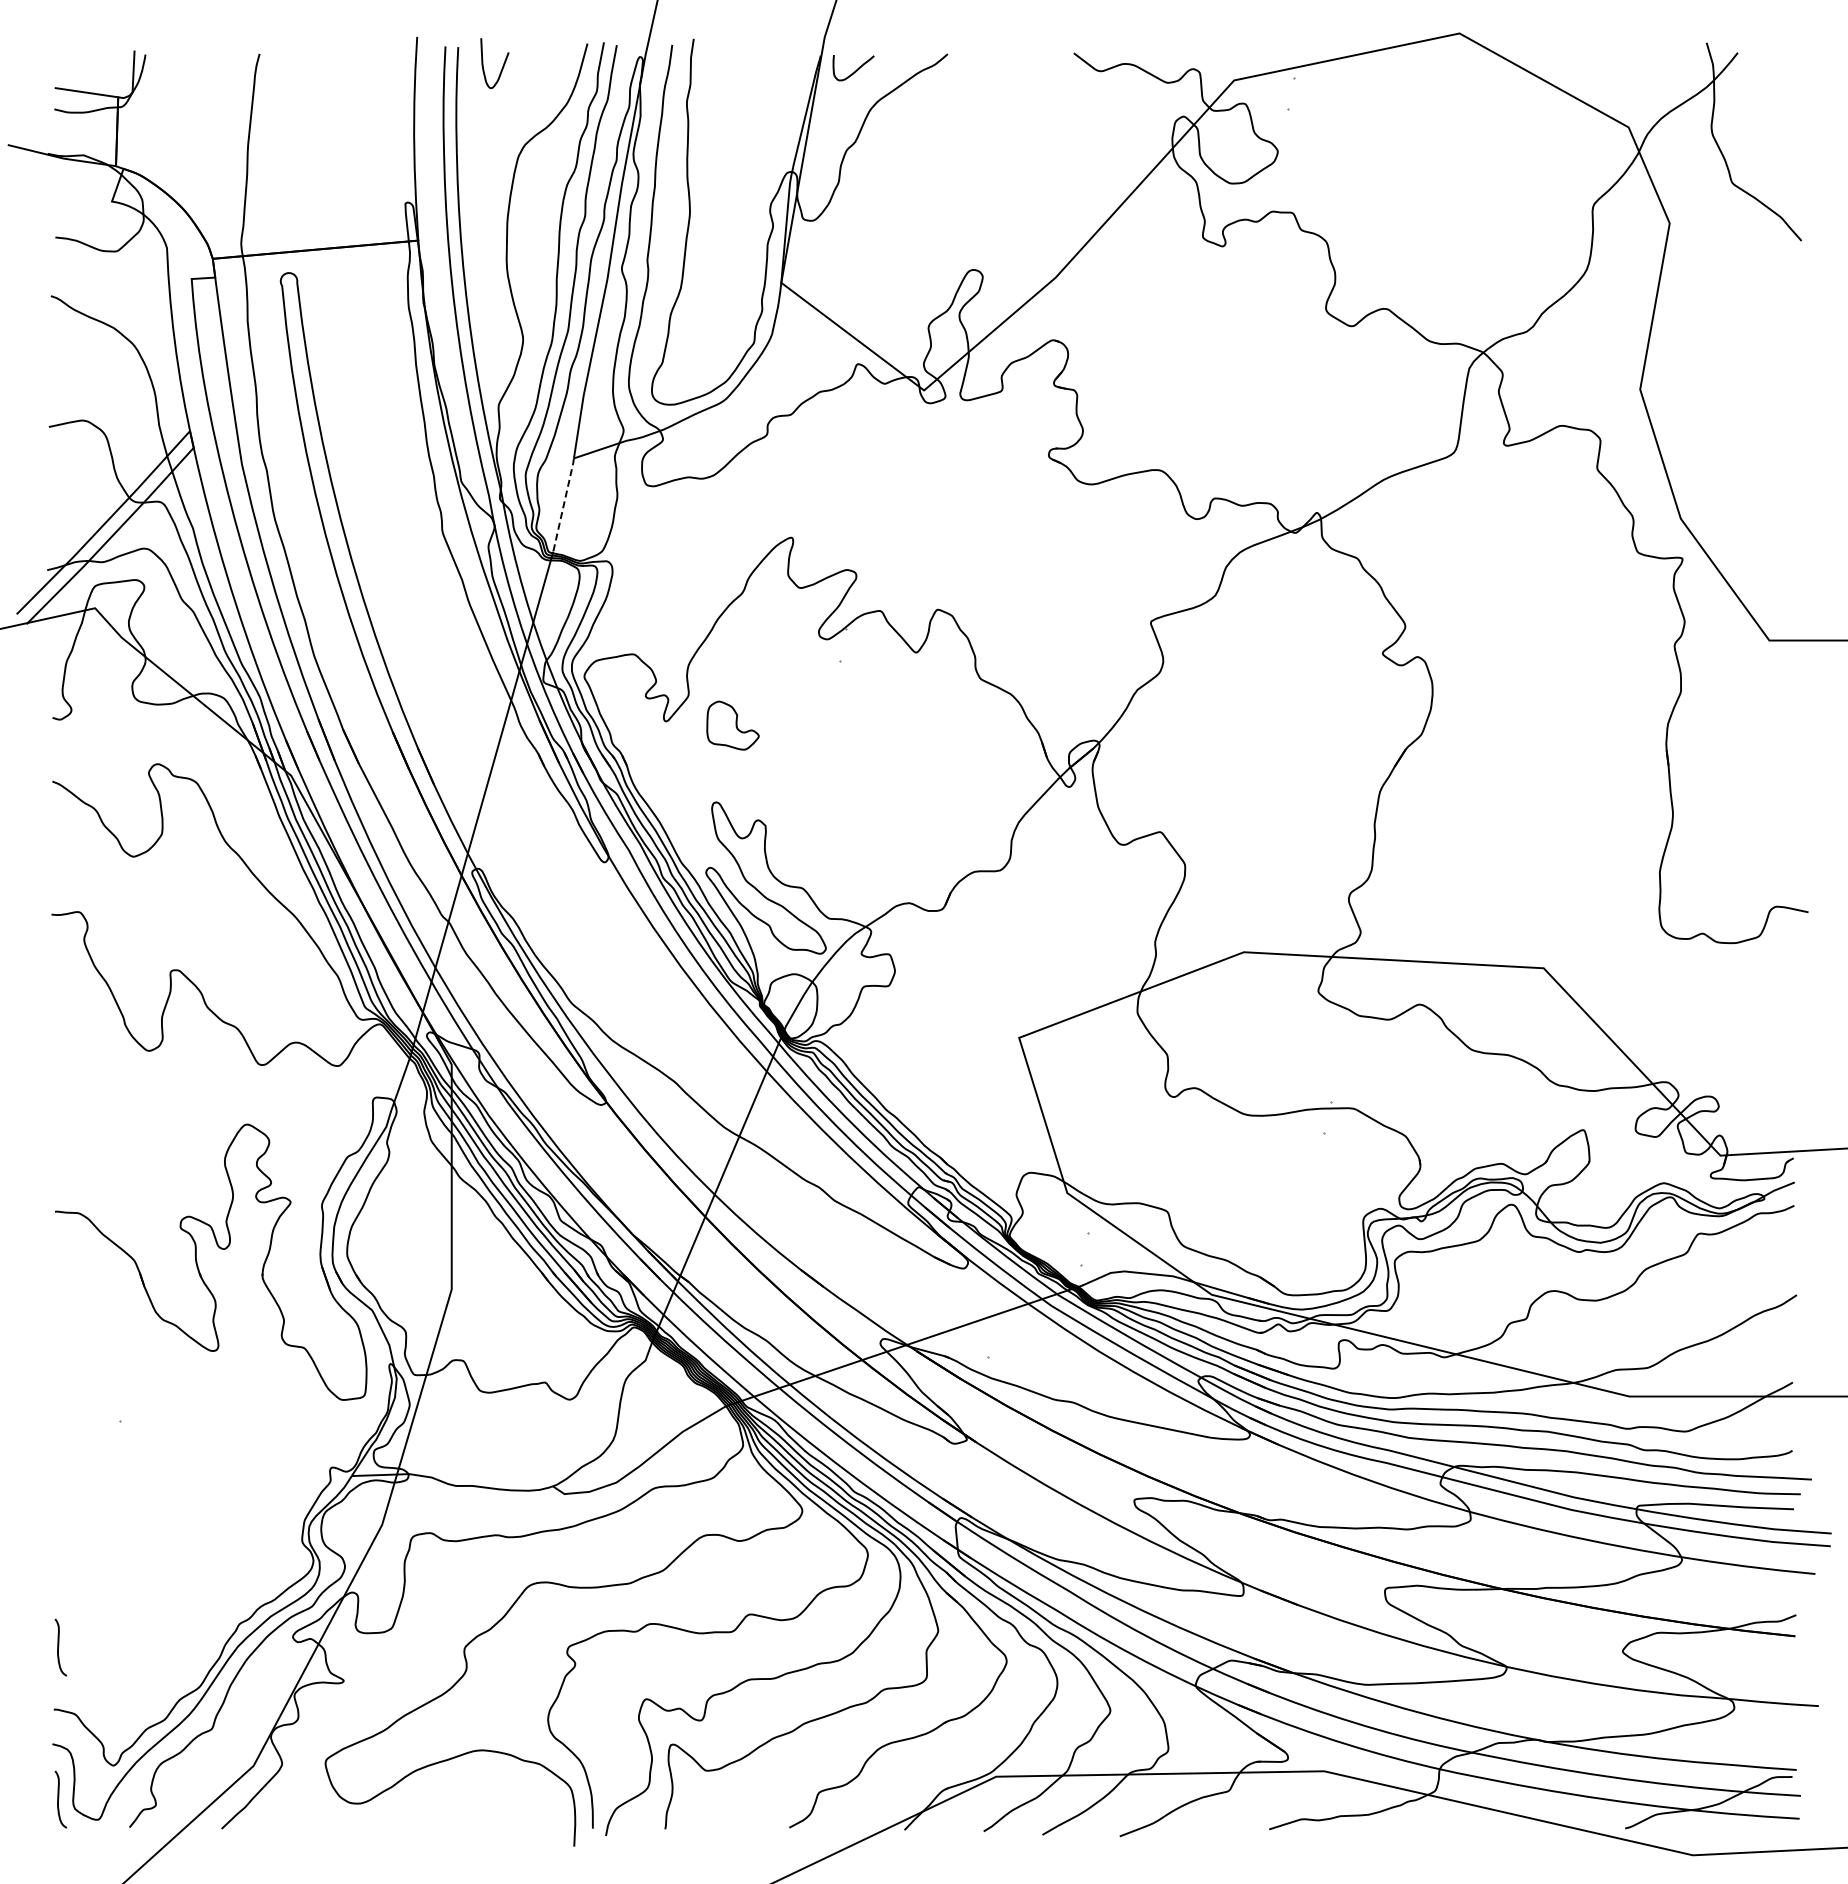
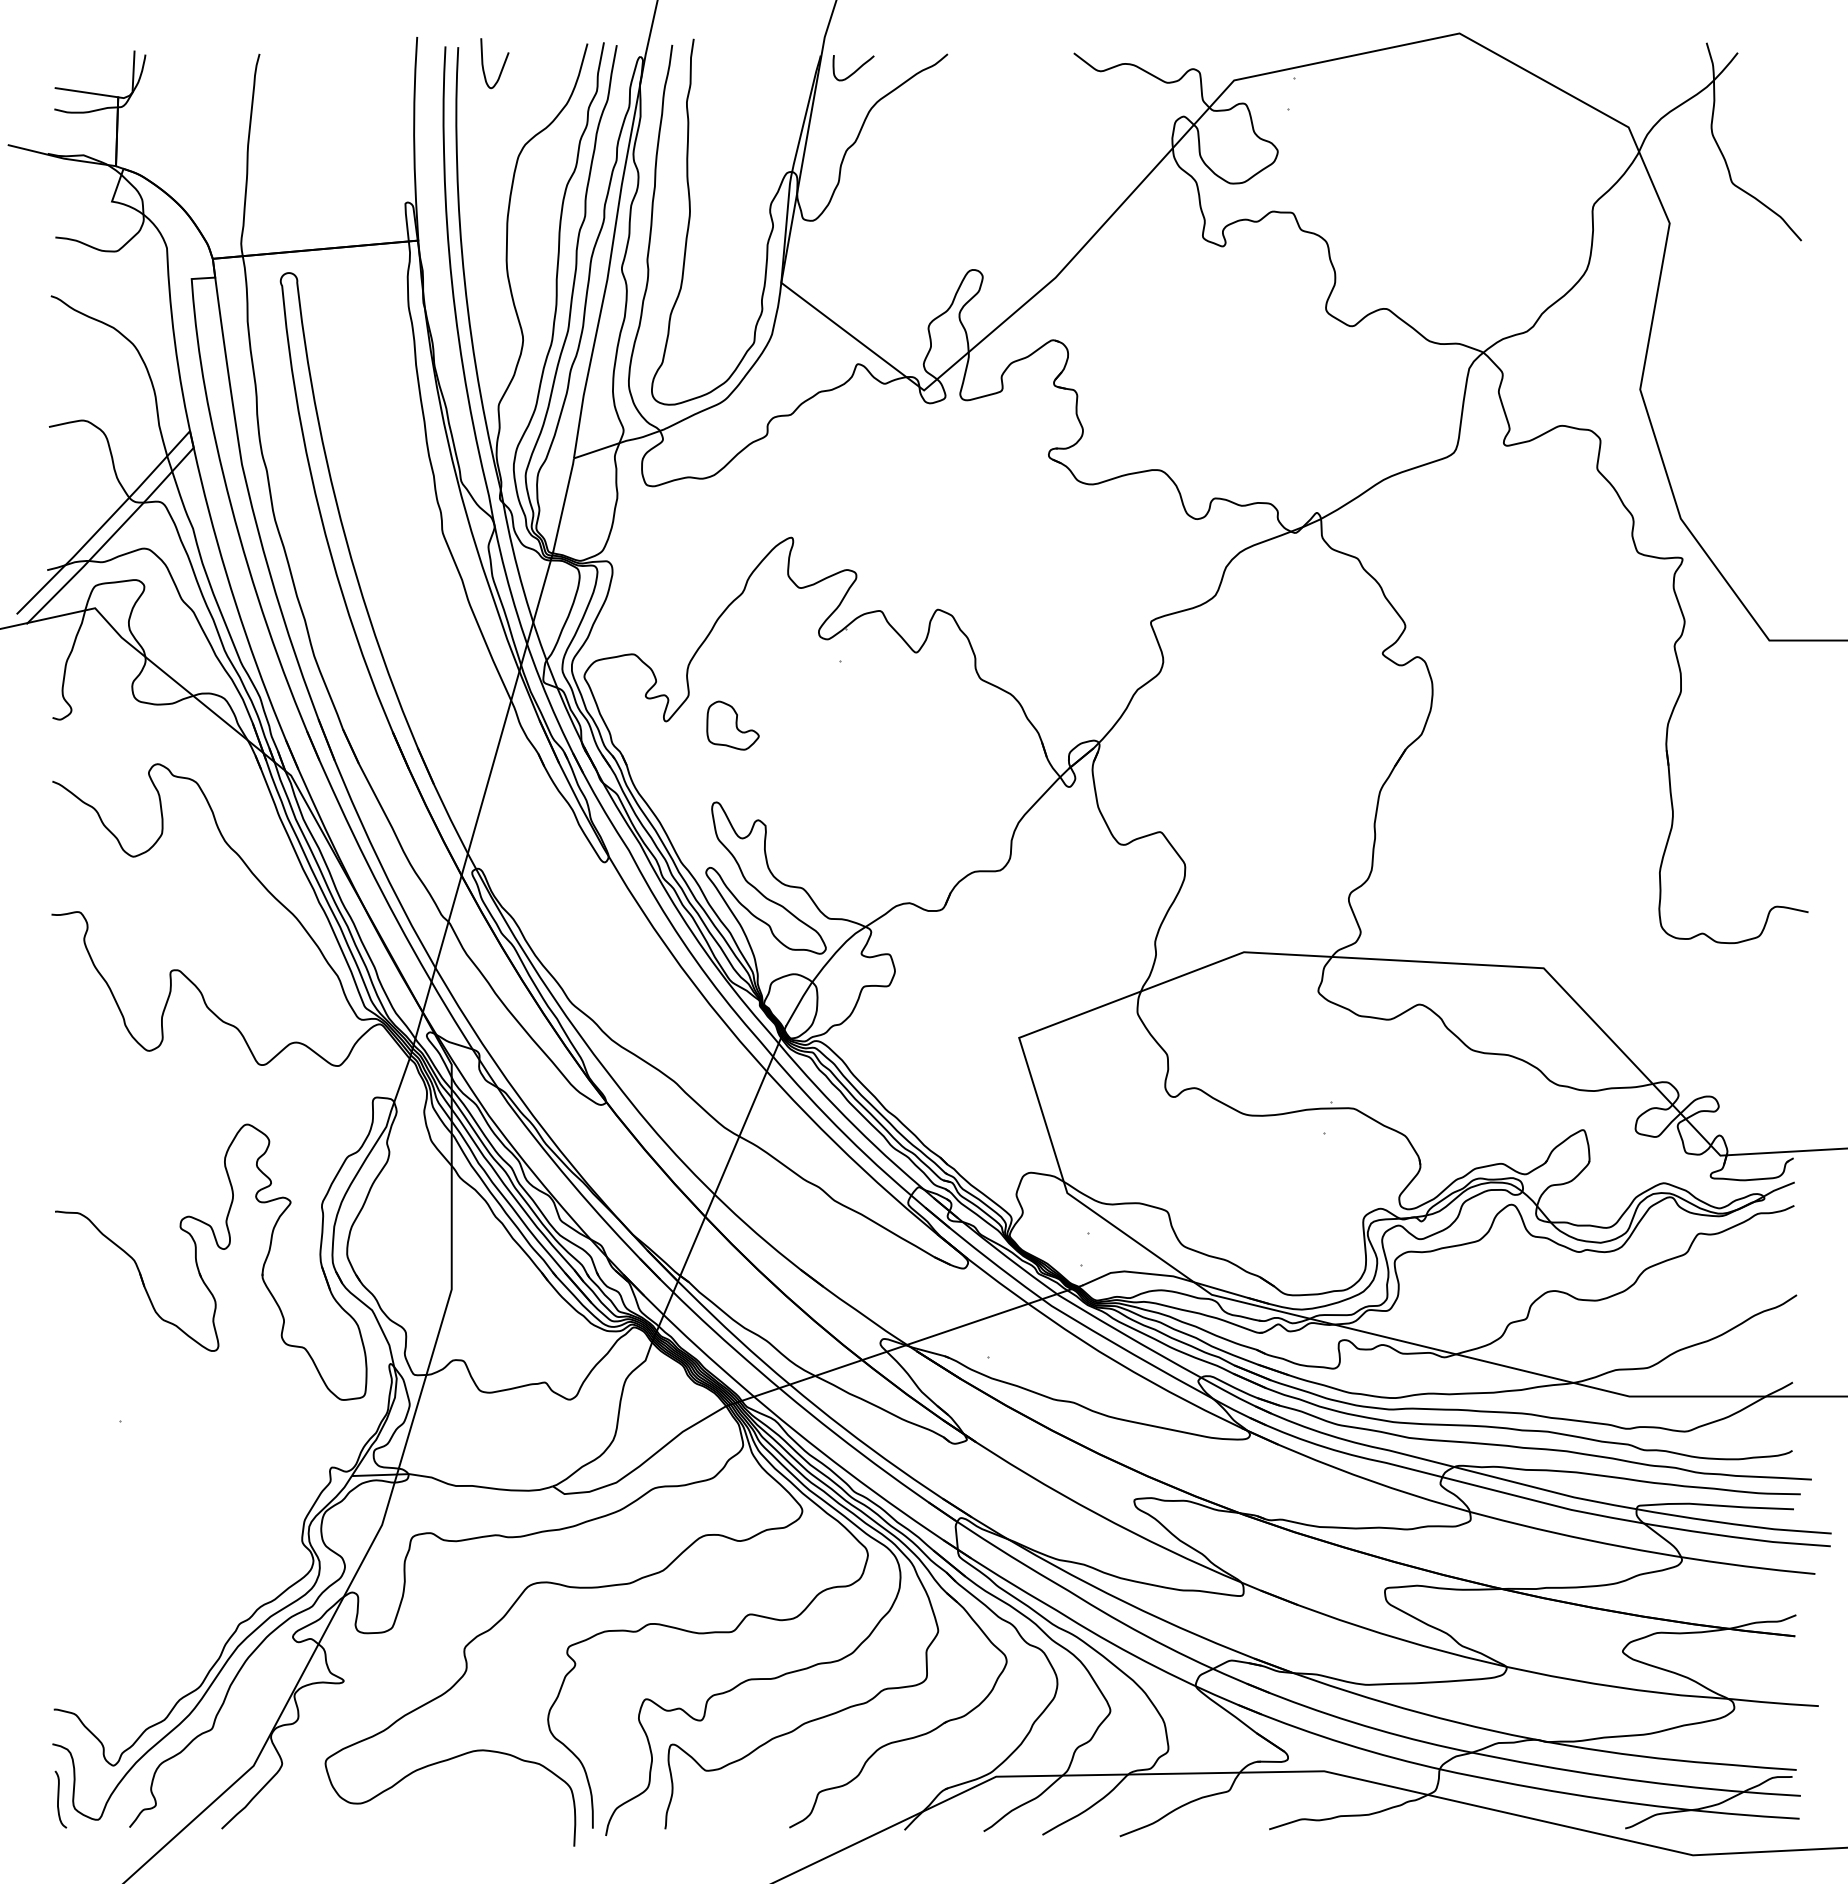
line at (563, 504): dashed -> solid
curve at (59, 1646): present -> none
